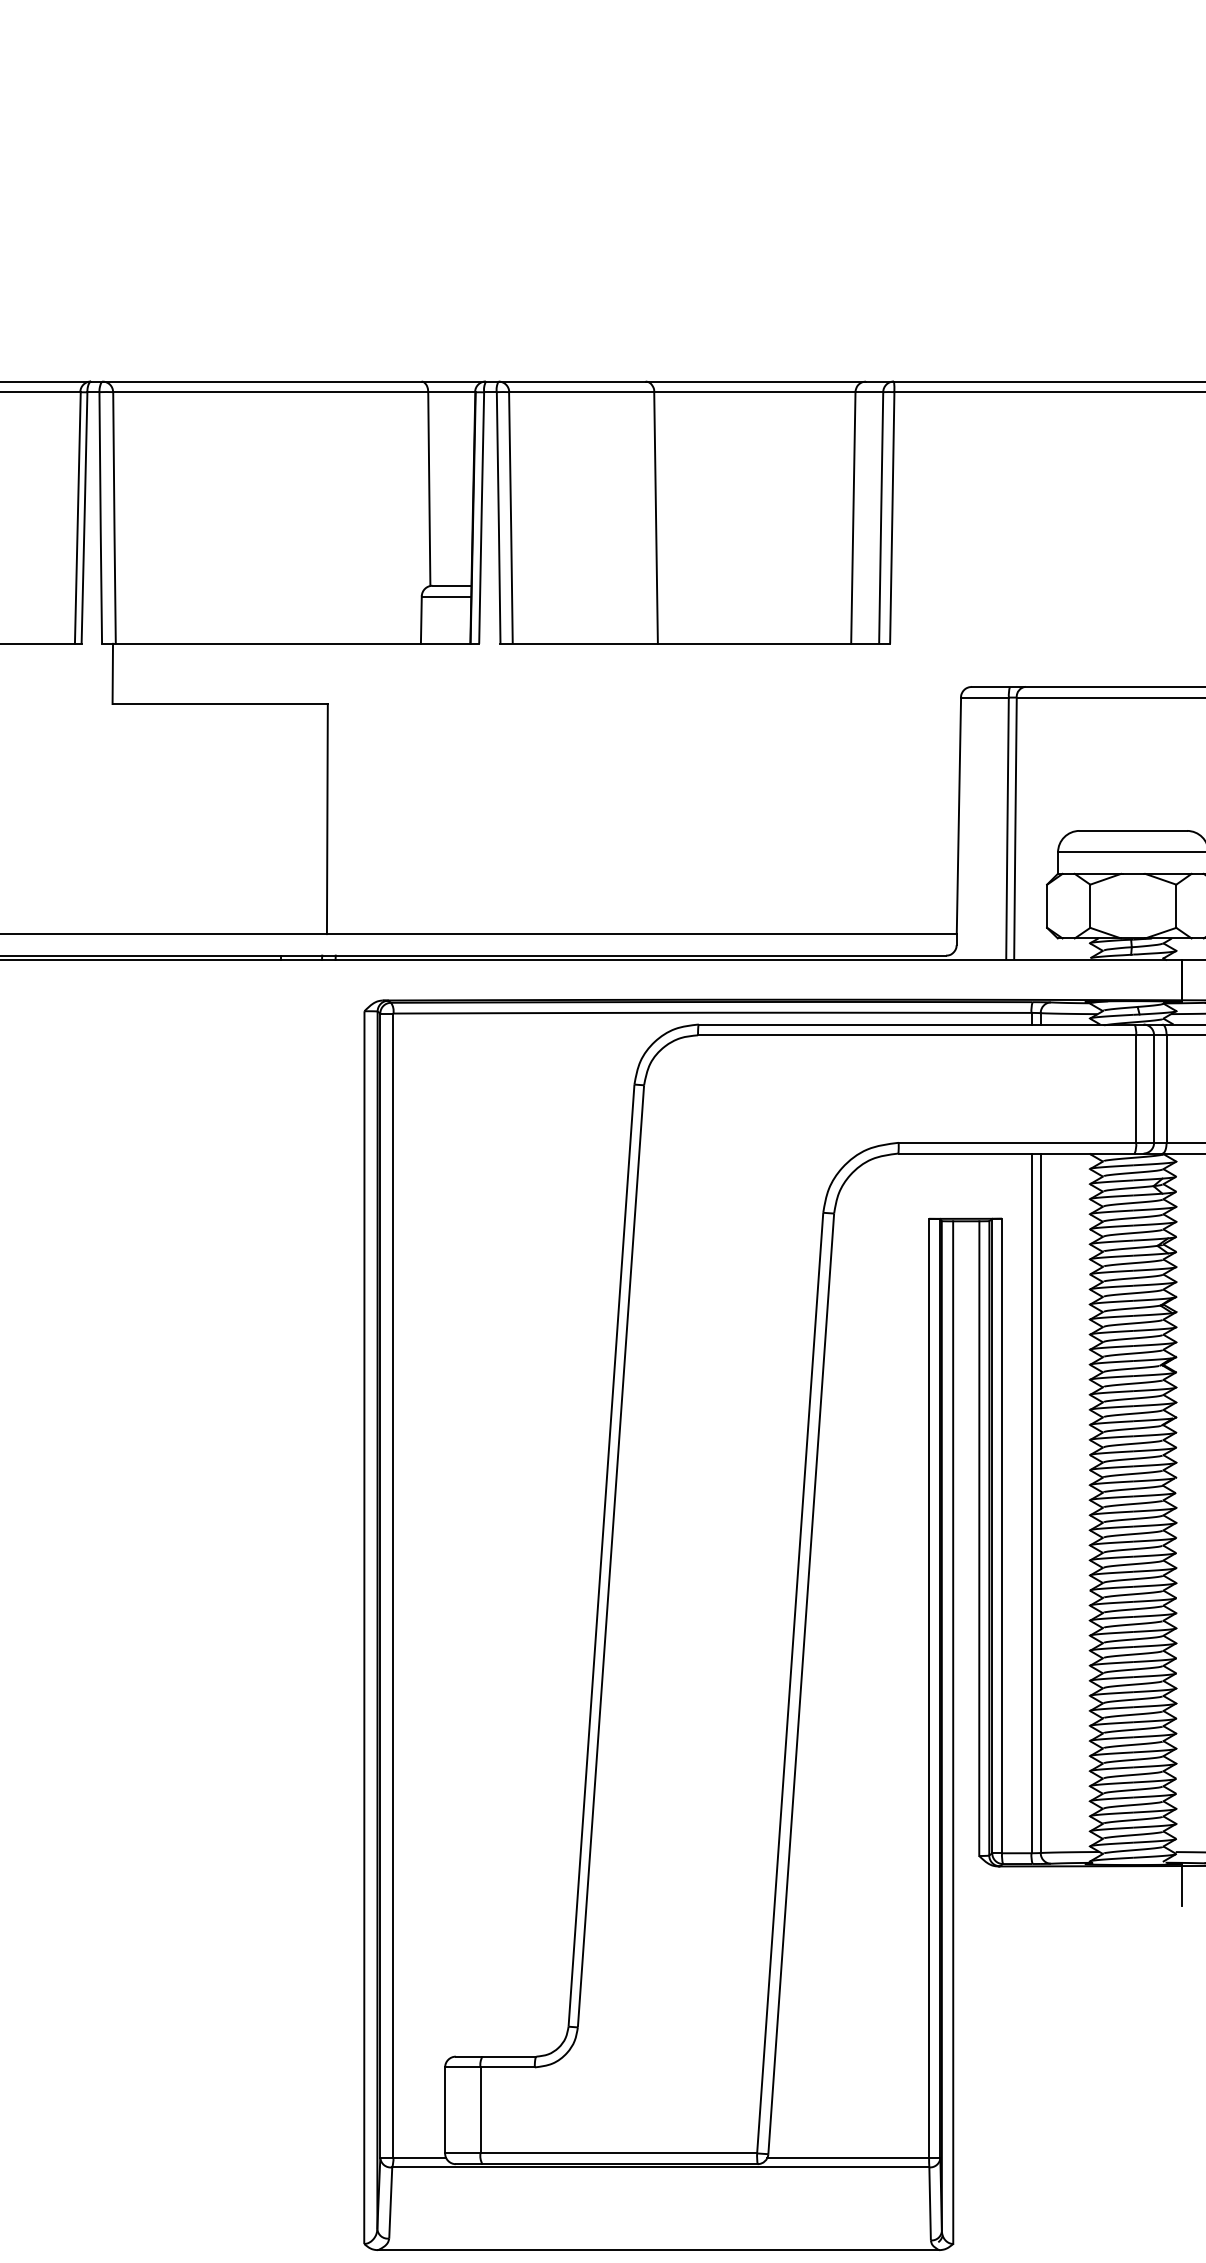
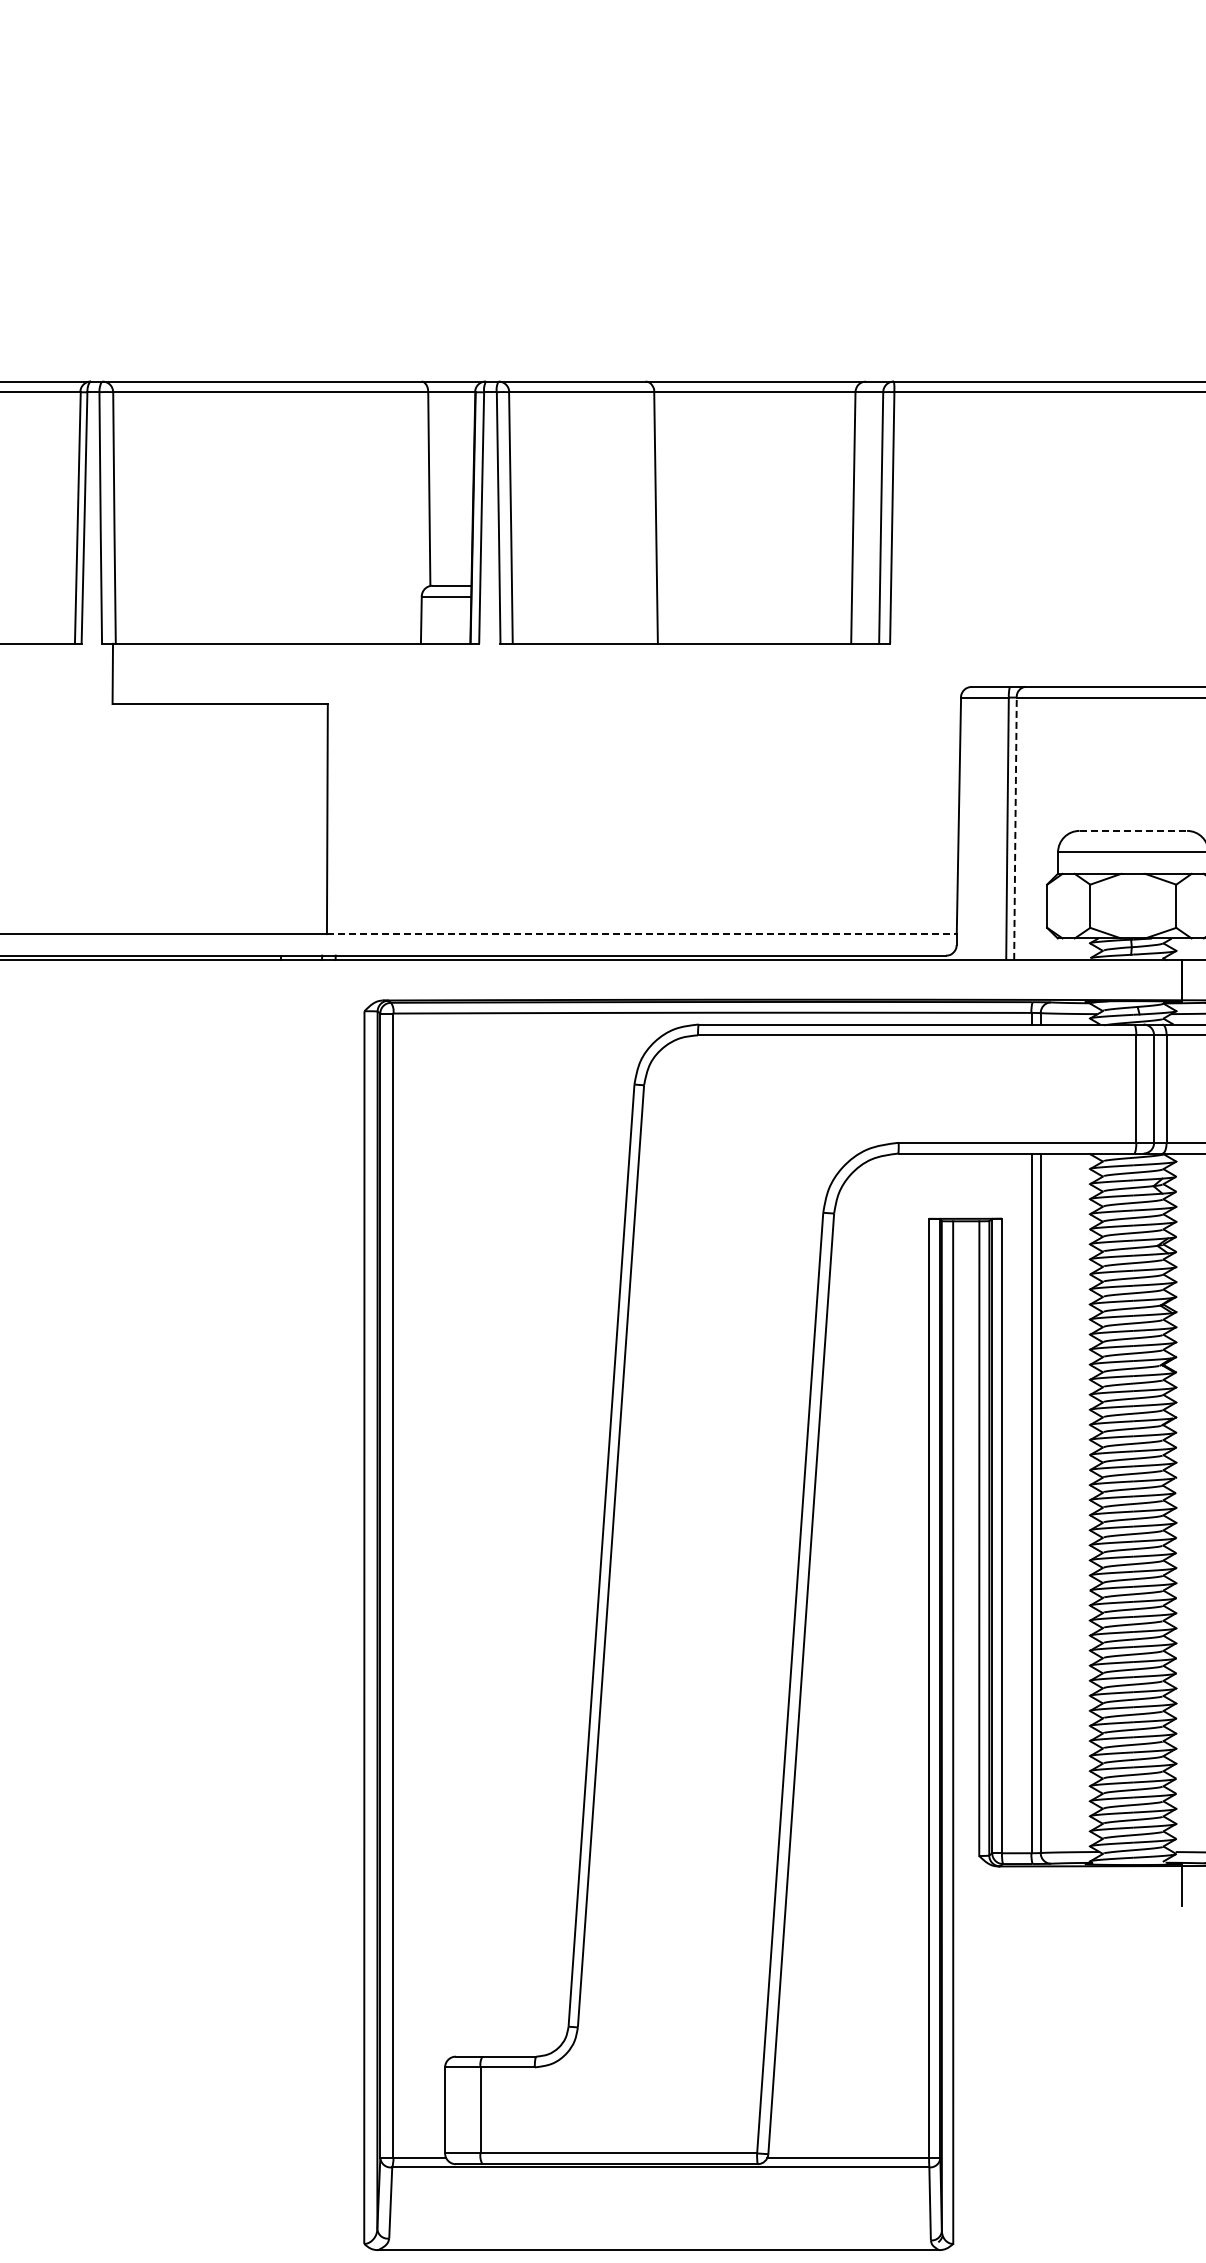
line at (1015, 829): solid -> dashed
line at (1133, 830): solid -> dashed
line at (641, 934): solid -> dashed
